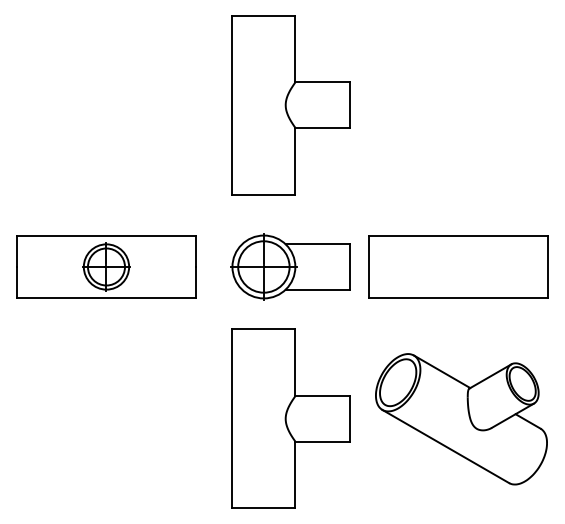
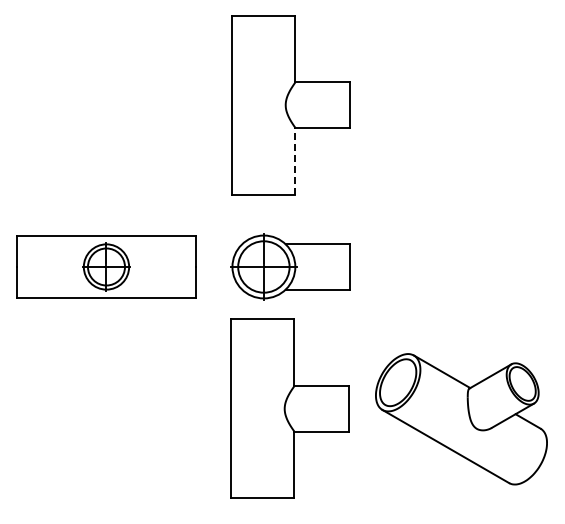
line at (295, 160): solid -> dashed
part at (458, 266): present -> none
part at (290, 418) position: (290, 418) -> (289, 408)
